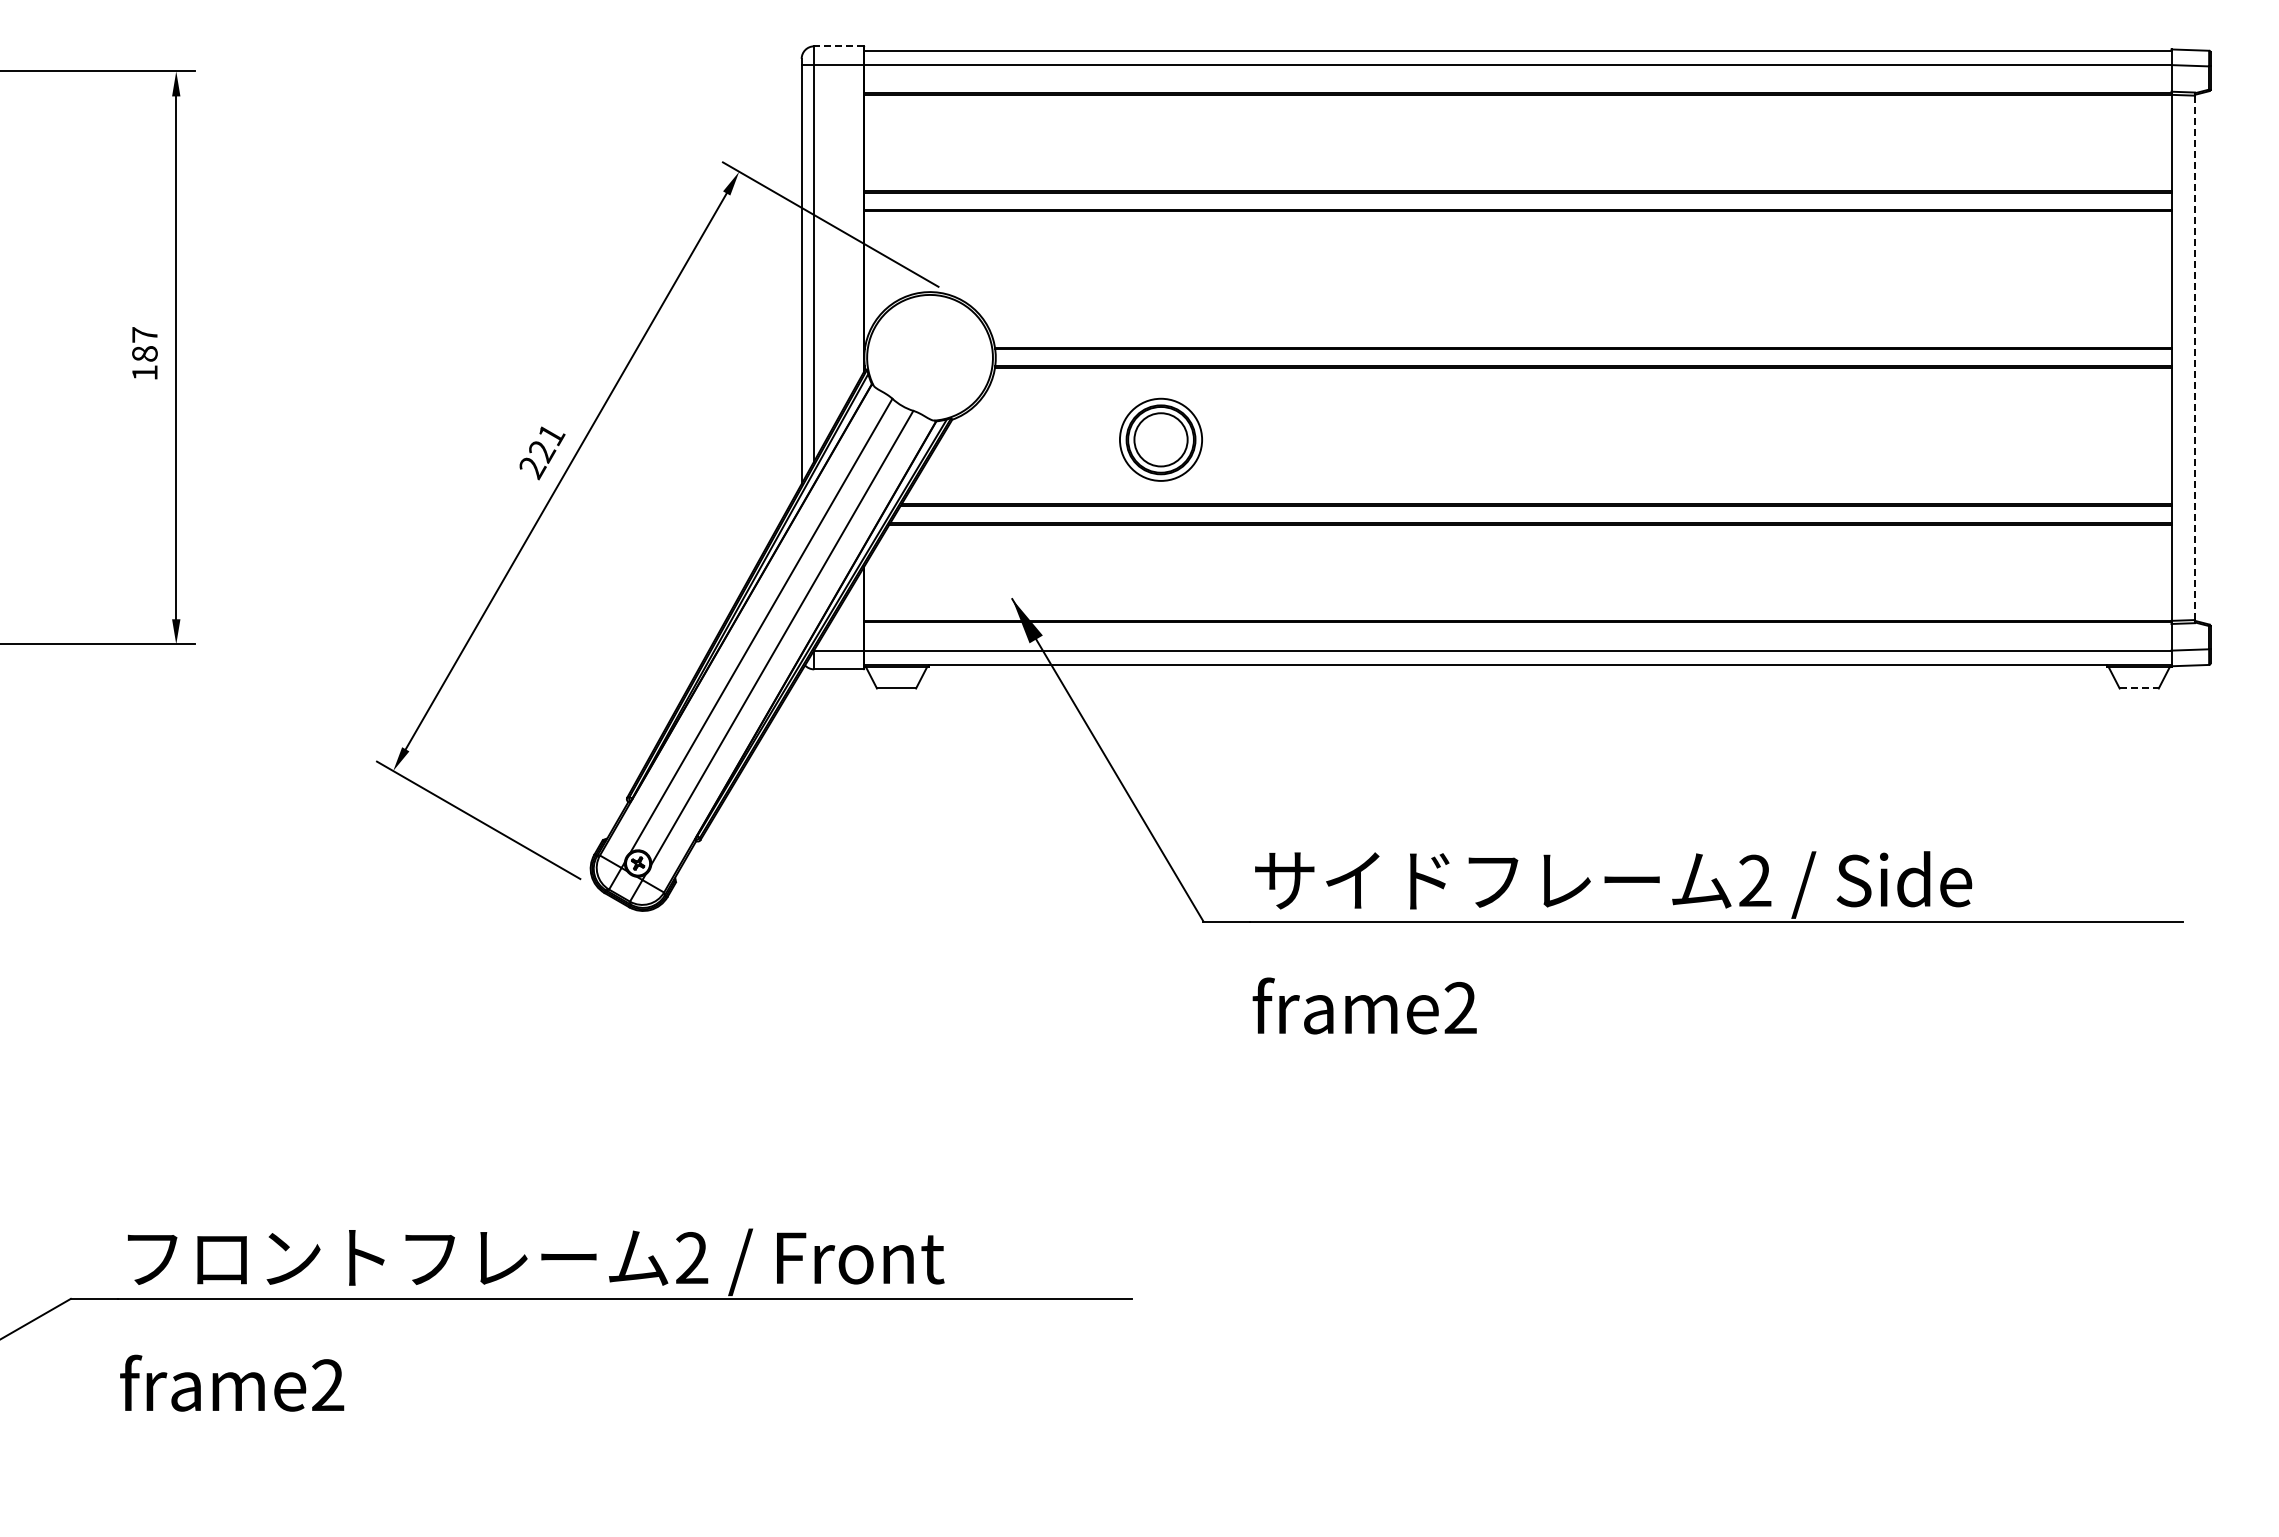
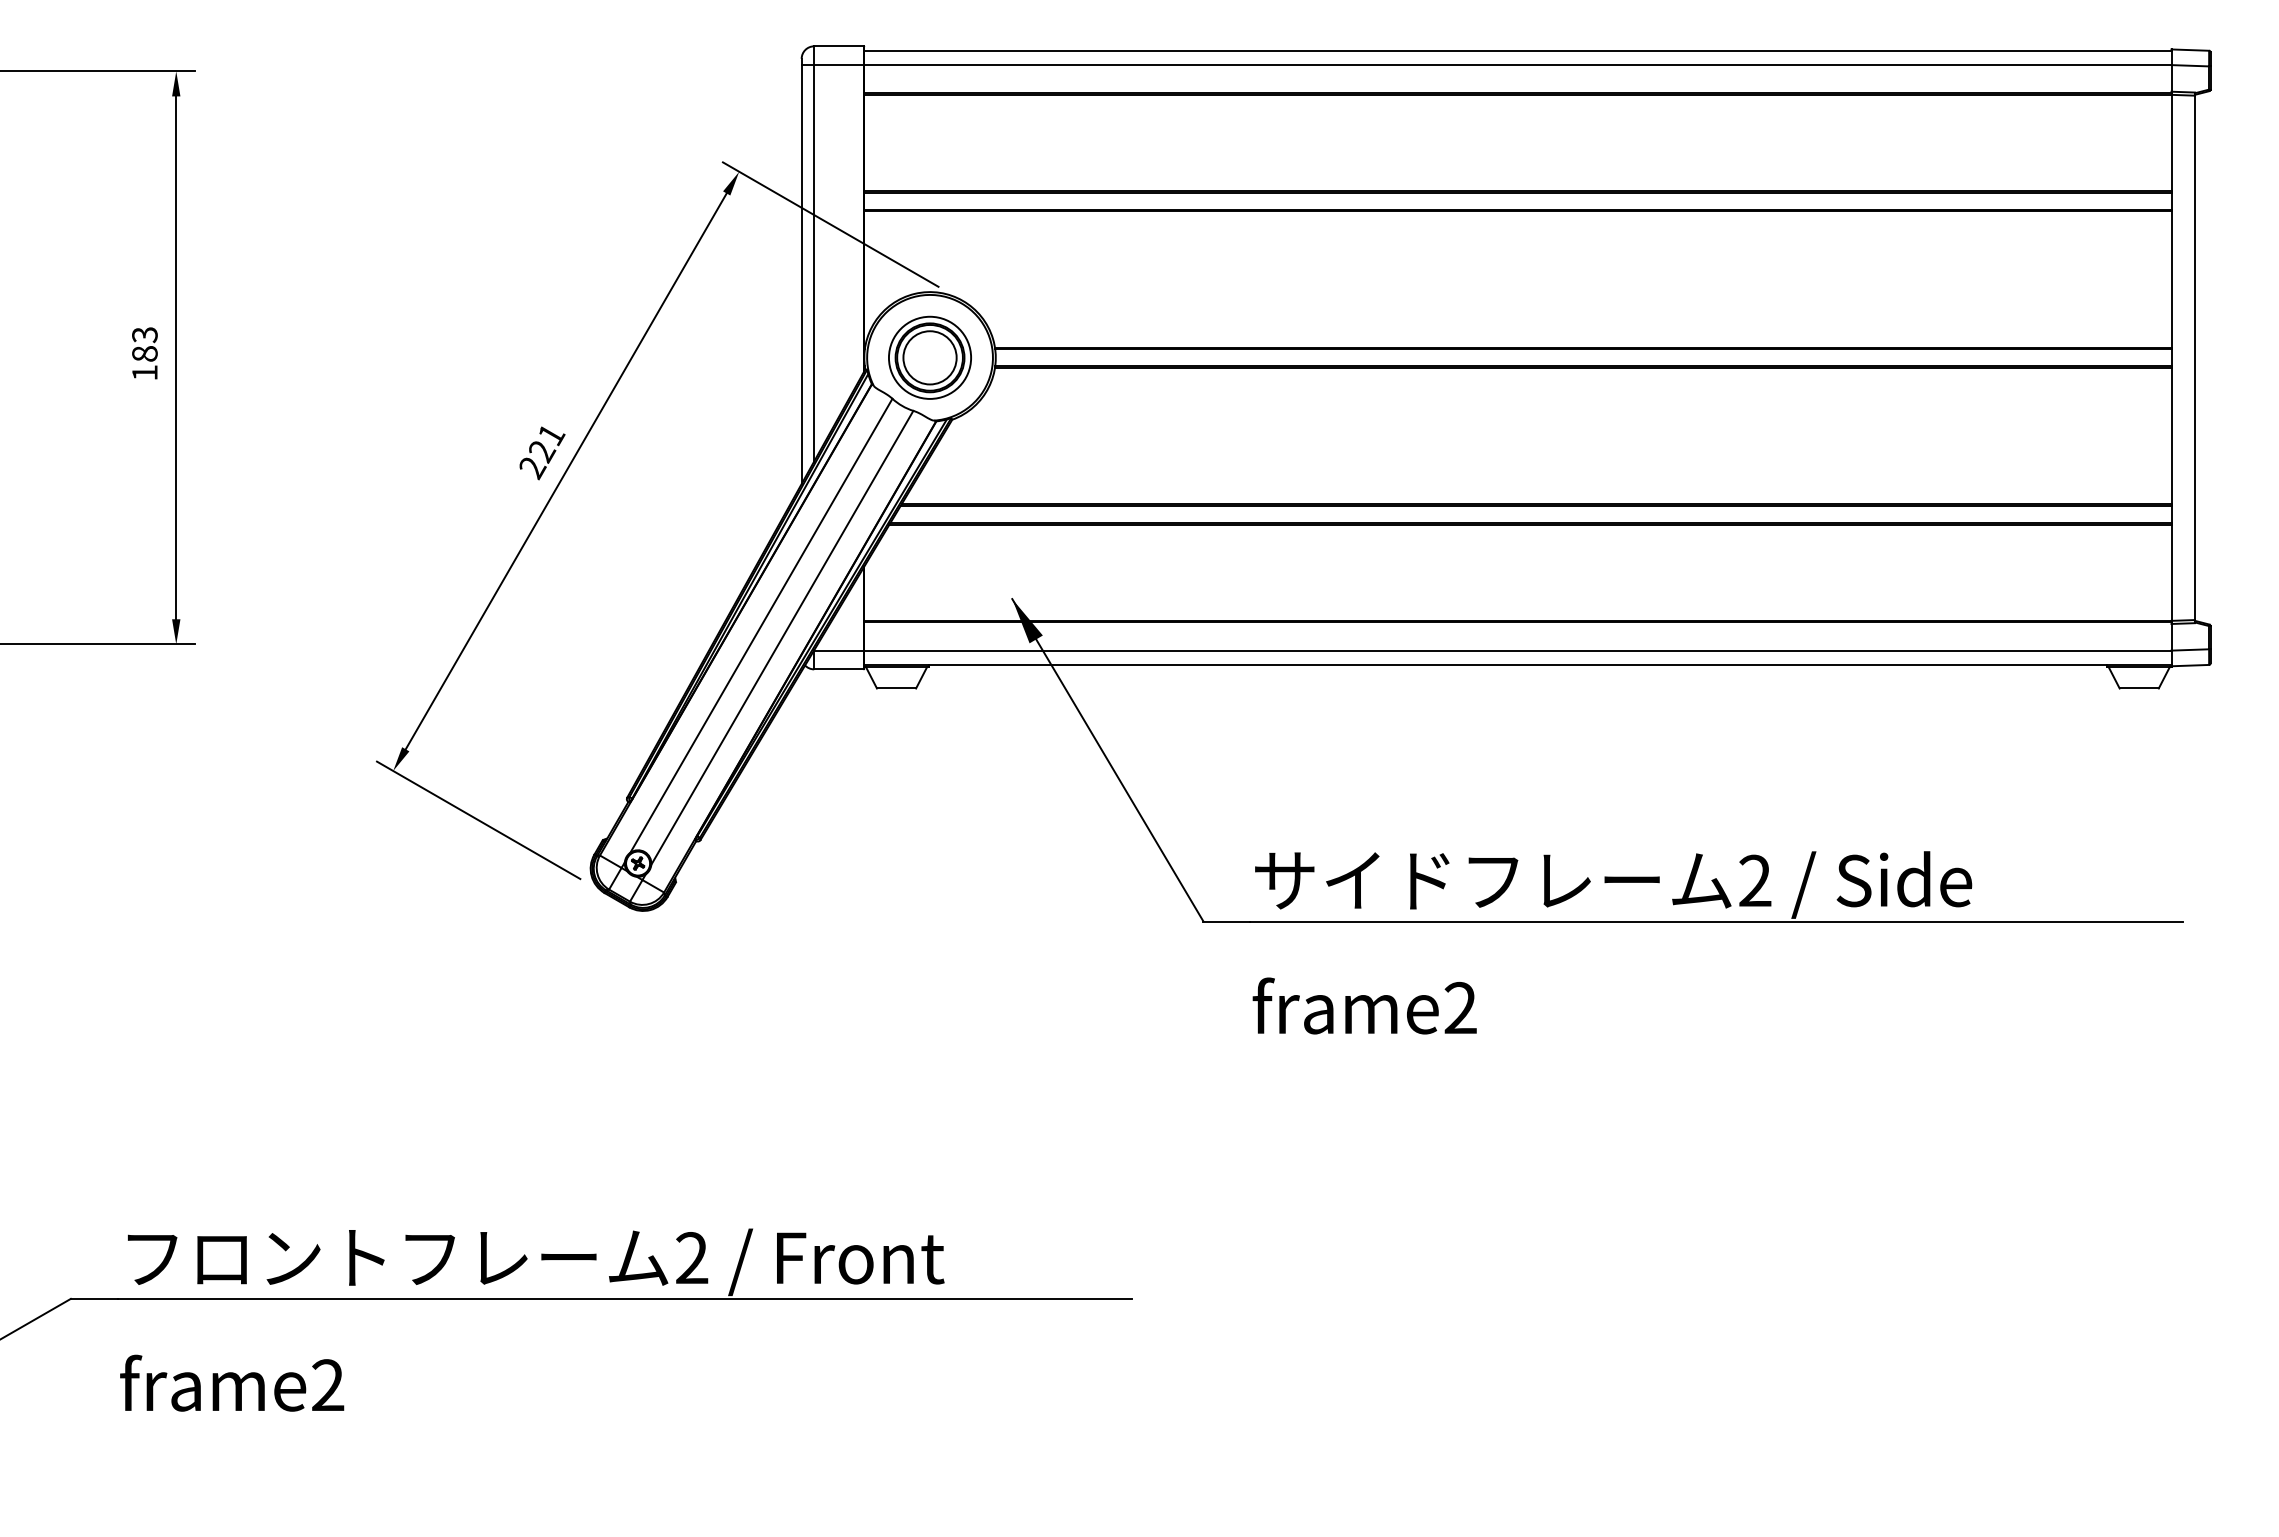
line at (838, 46): dashed -> solid
text at (144, 335): 187 -> 183
line at (2194, 357): dashed -> solid
part at (1160, 439) position: (1160, 439) -> (929, 357)
line at (2139, 688): dashed -> solid
